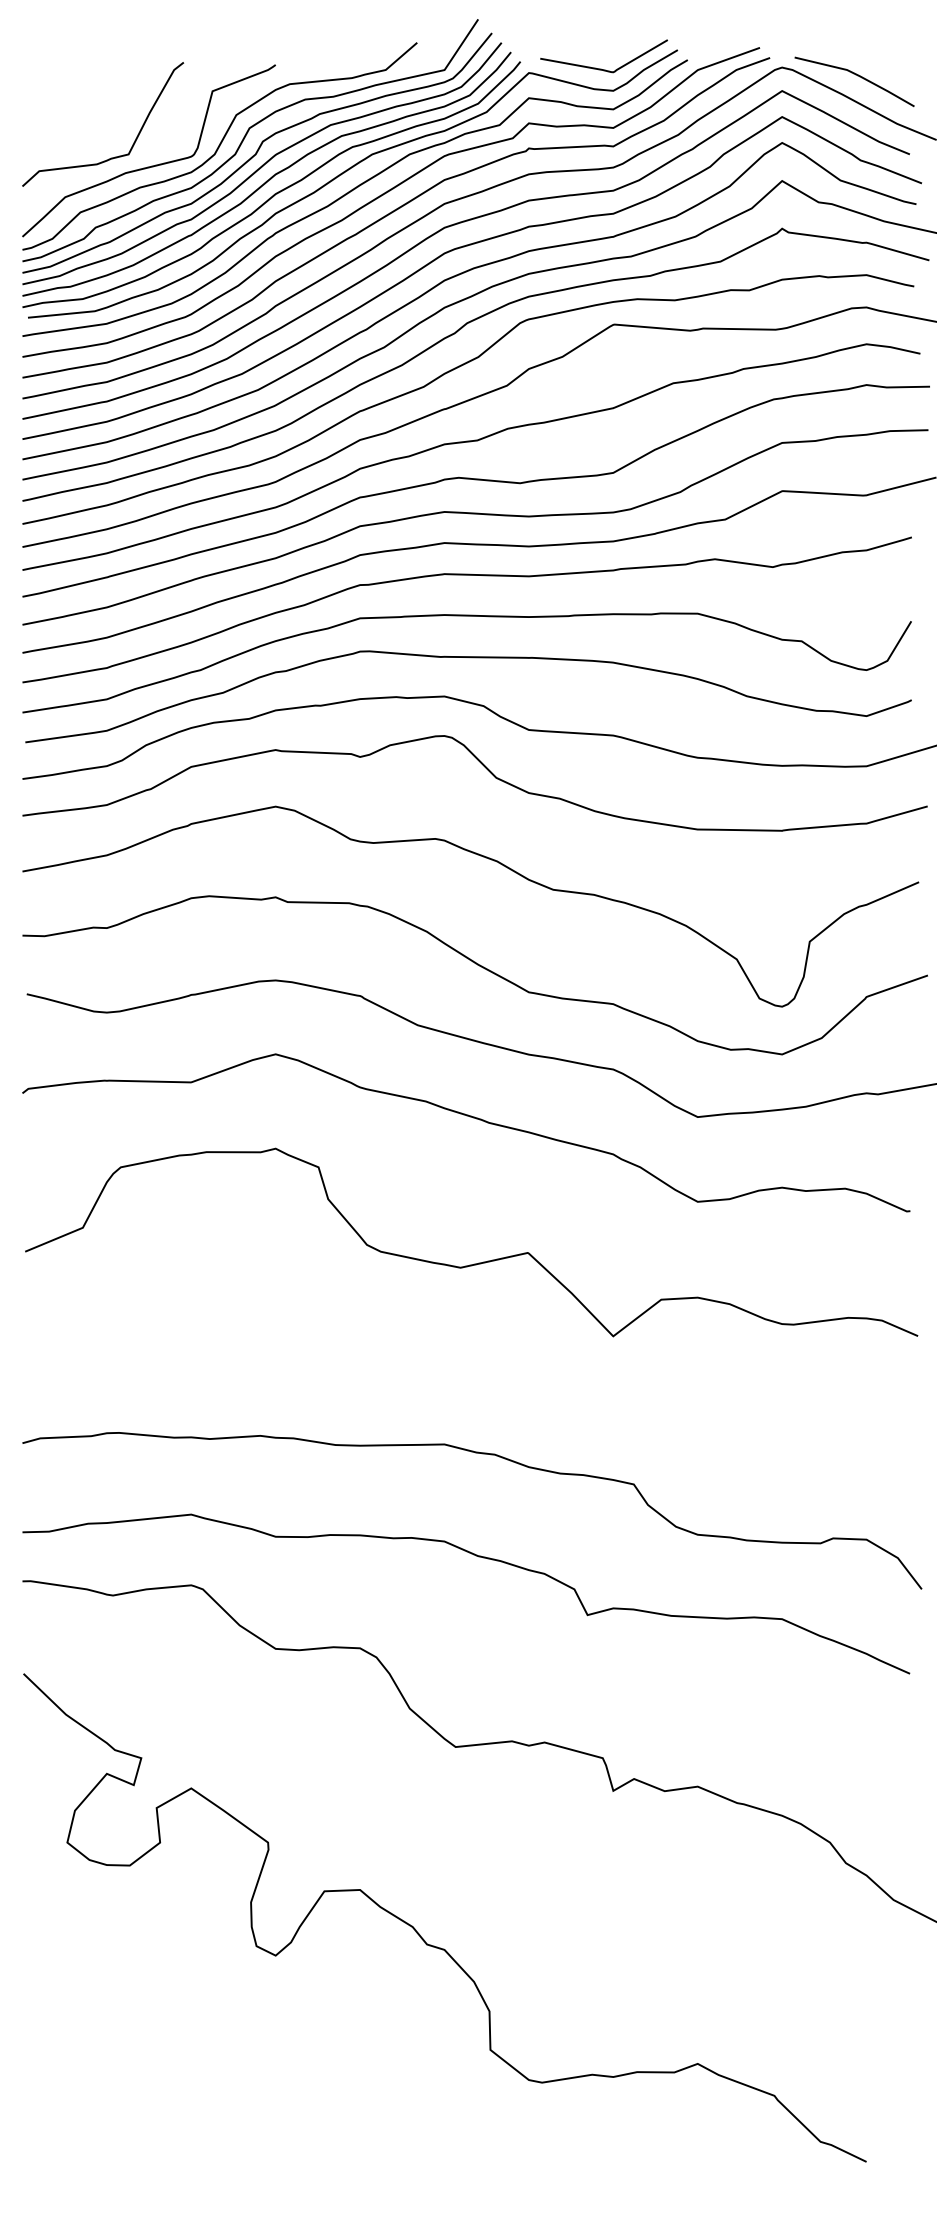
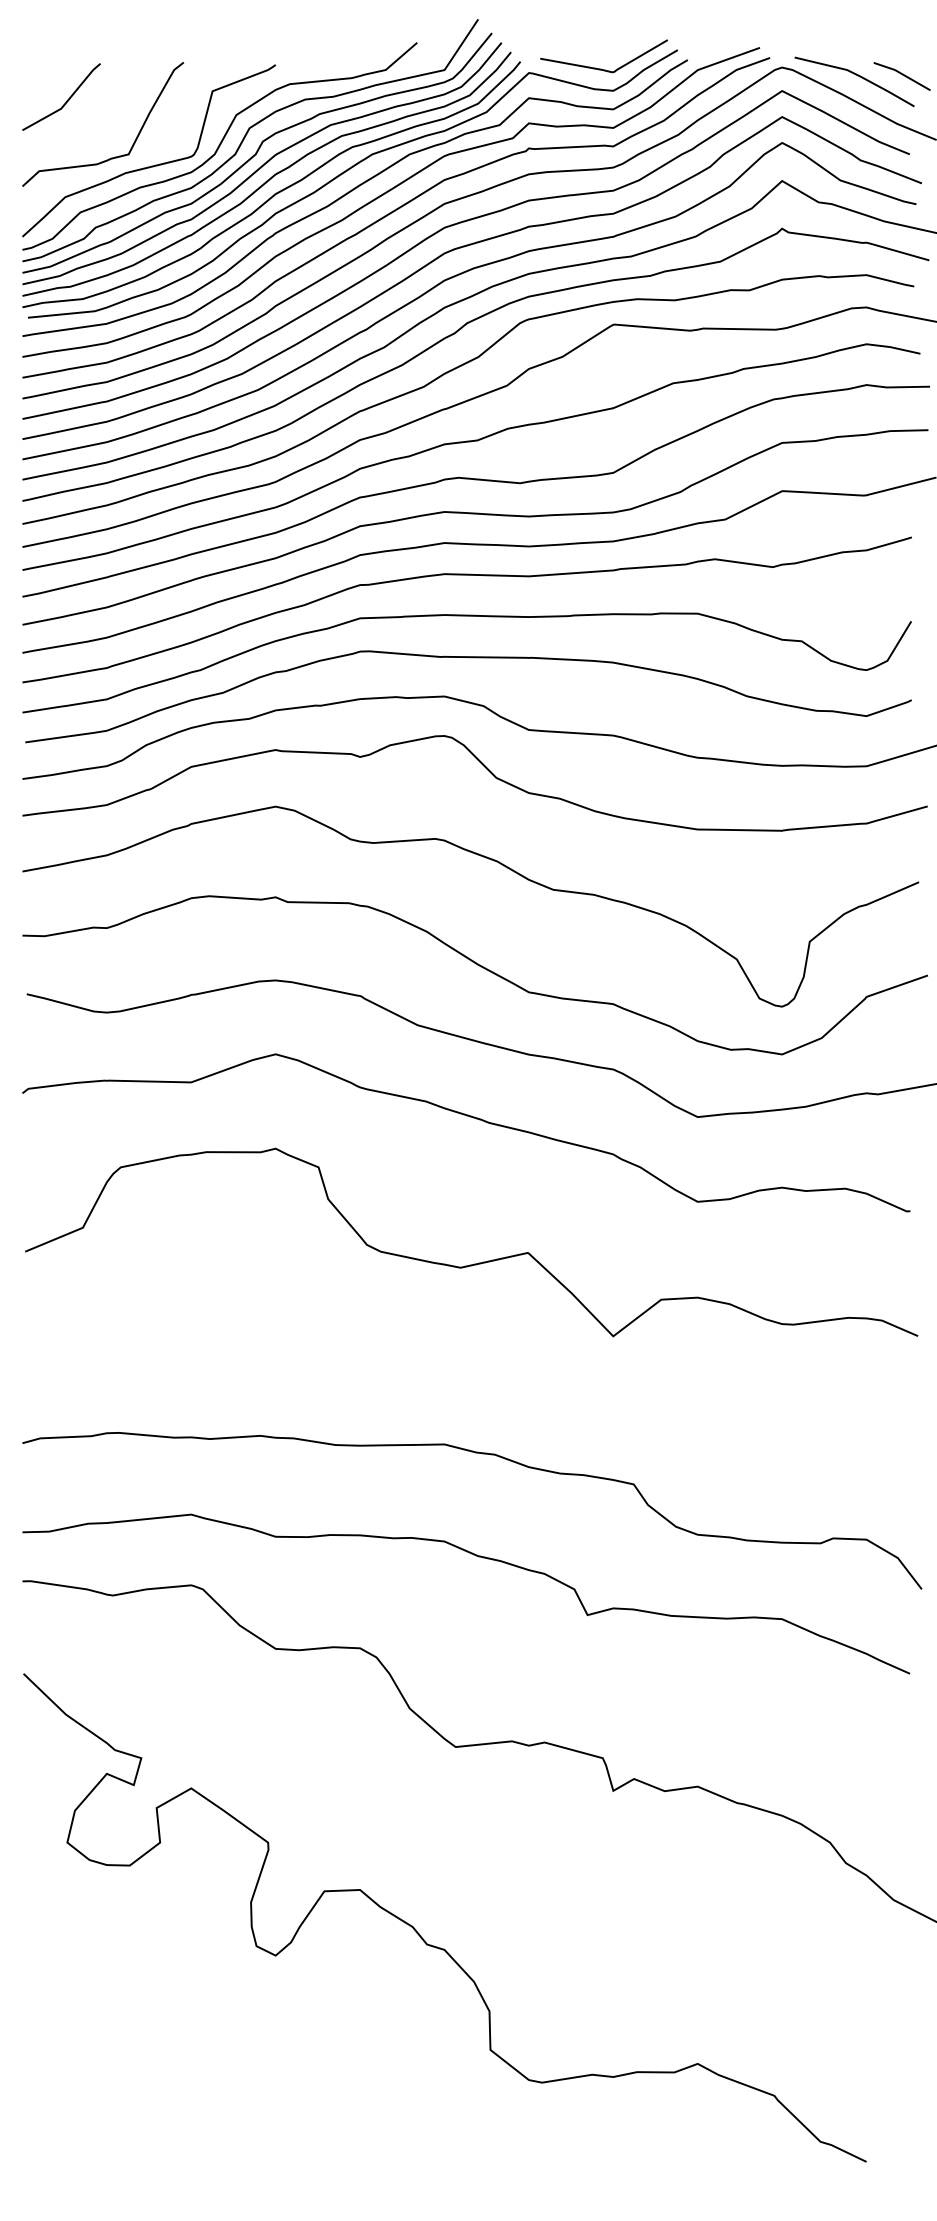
line at (902, 75): none -> present
line at (66, 100): none -> present
